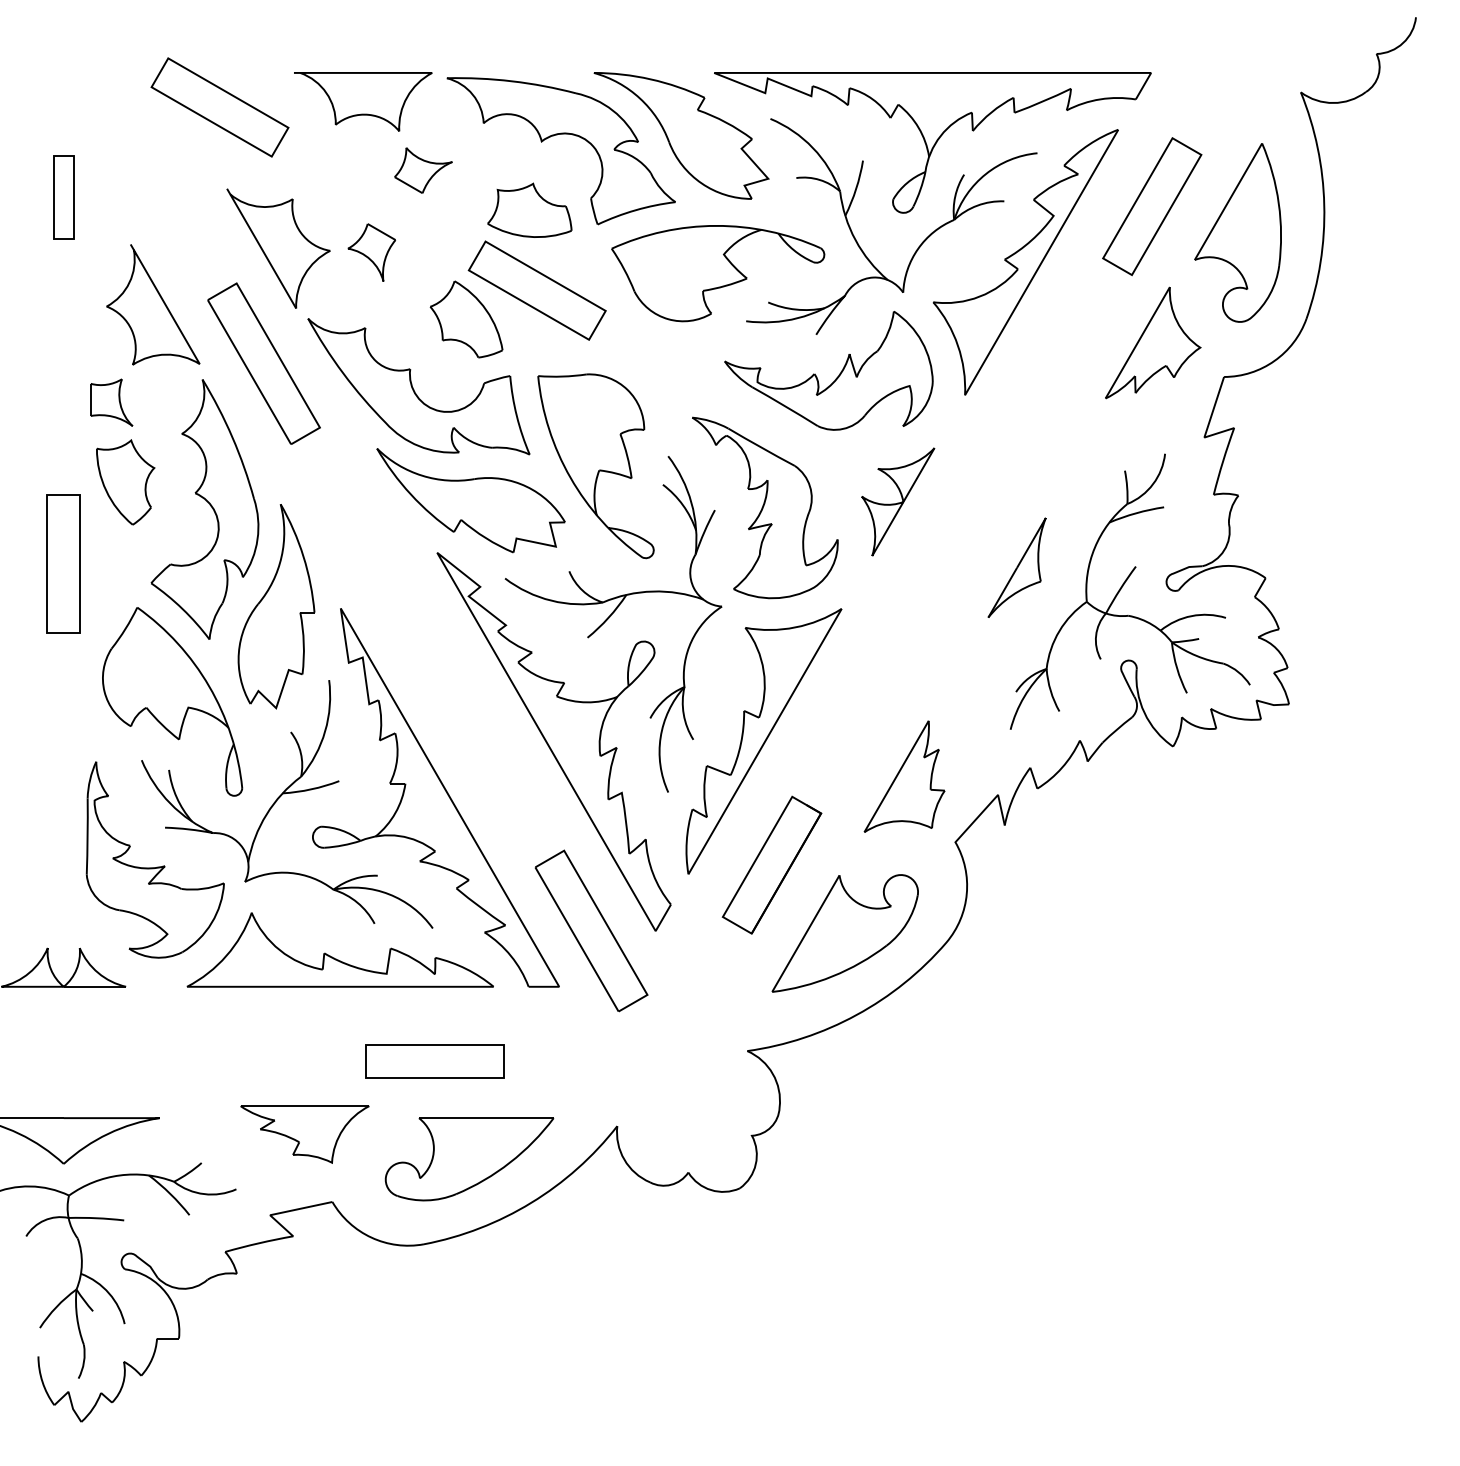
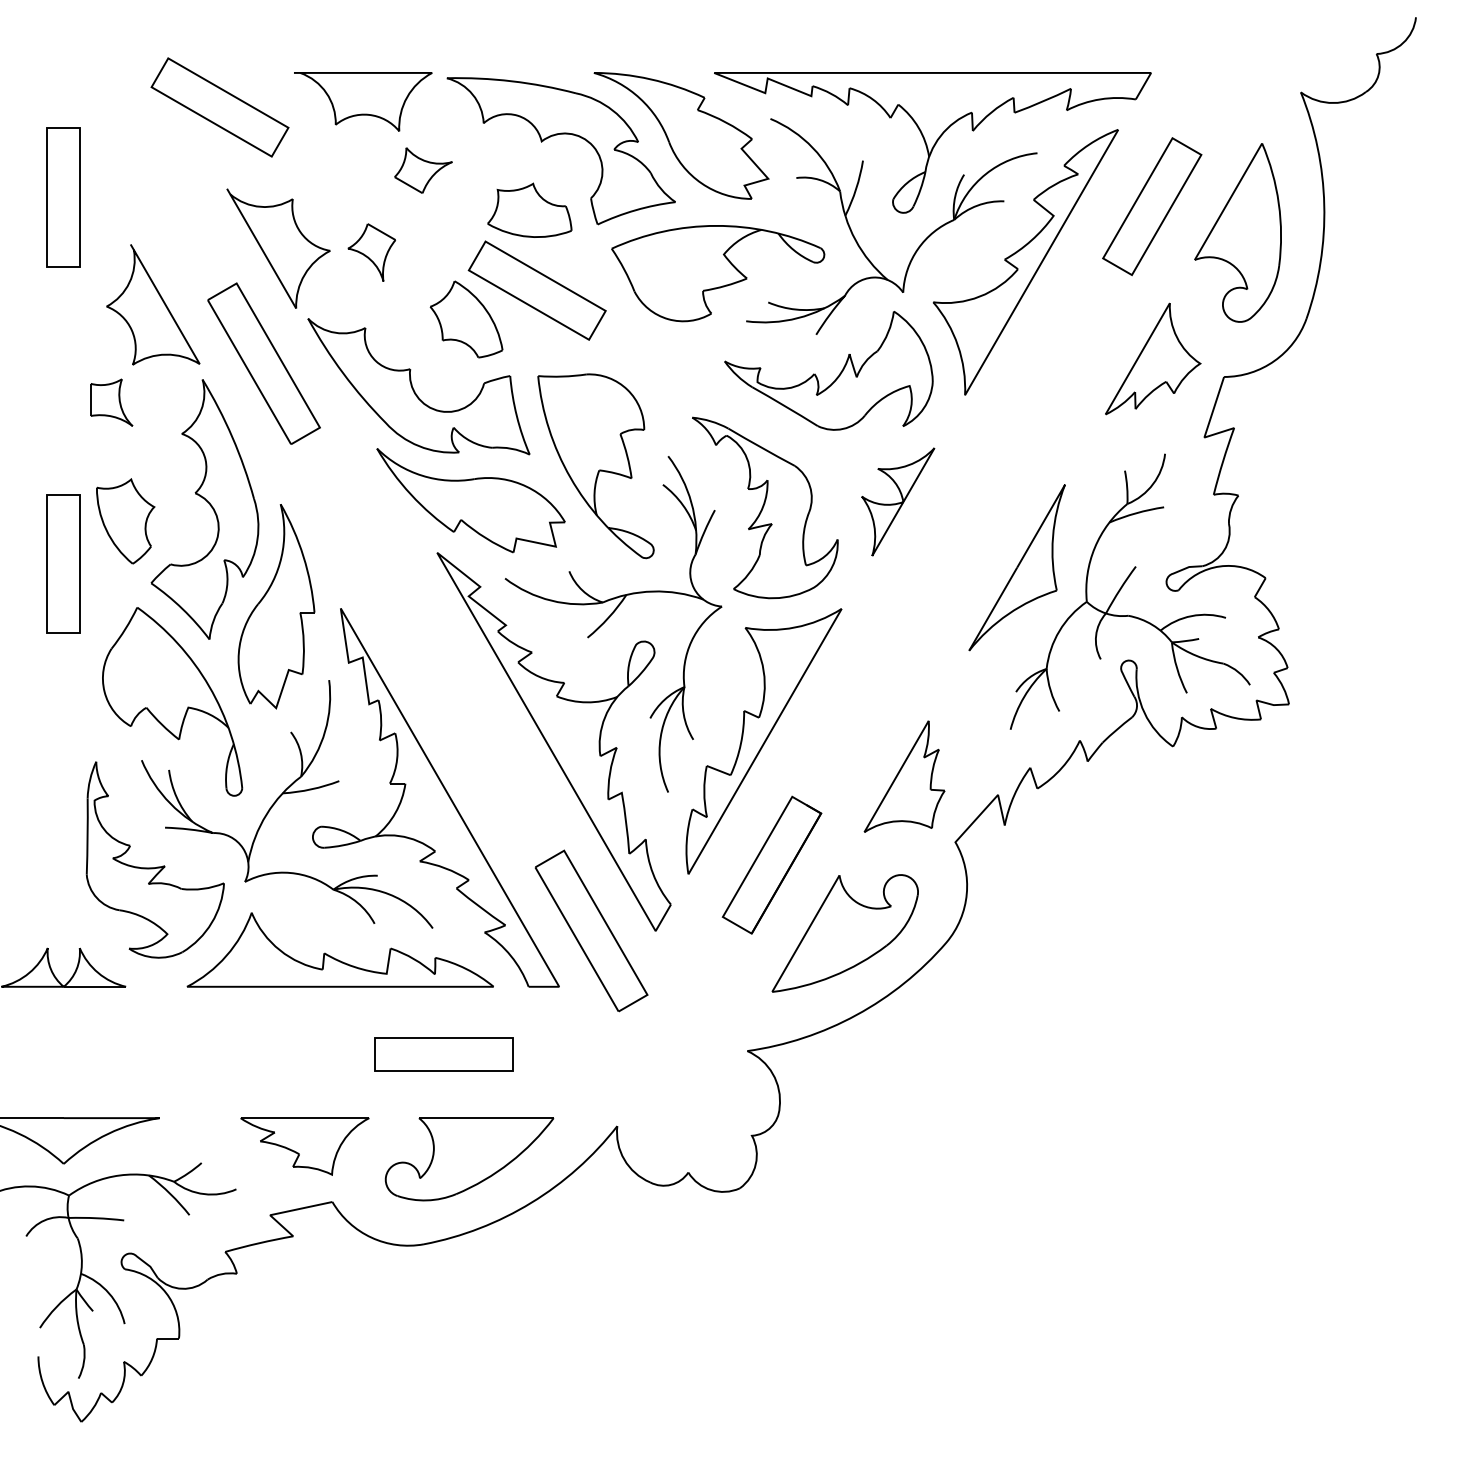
part at (63, 197) size: 22x85 px -> 35x141 px
part at (1153, 342) position: (1153, 342) -> (1153, 358)
part at (125, 482) position: (125, 482) -> (125, 521)
part at (1016, 567) size: 60x101 px -> 98x168 px
part at (434, 1061) position: (434, 1061) -> (443, 1054)
part at (304, 1134) position: (304, 1134) -> (304, 1146)
